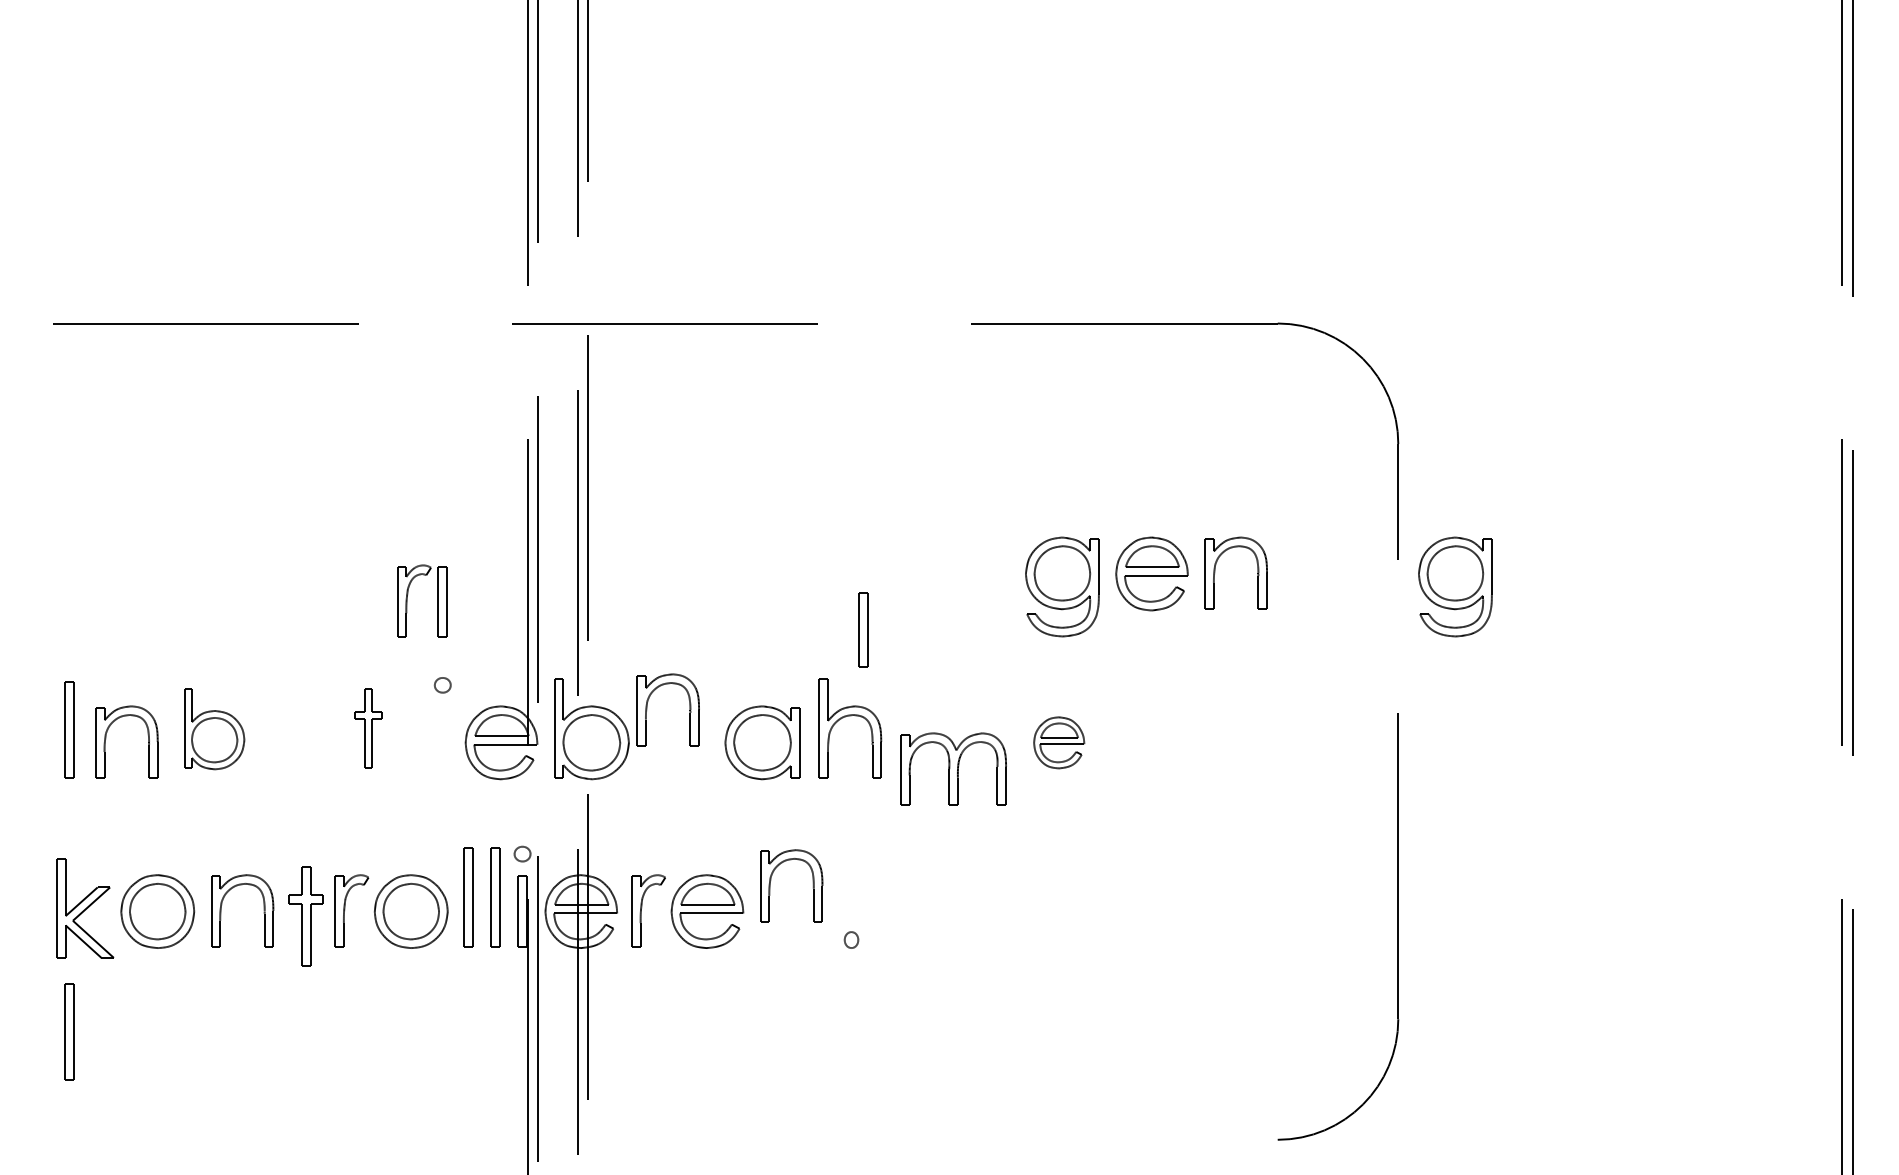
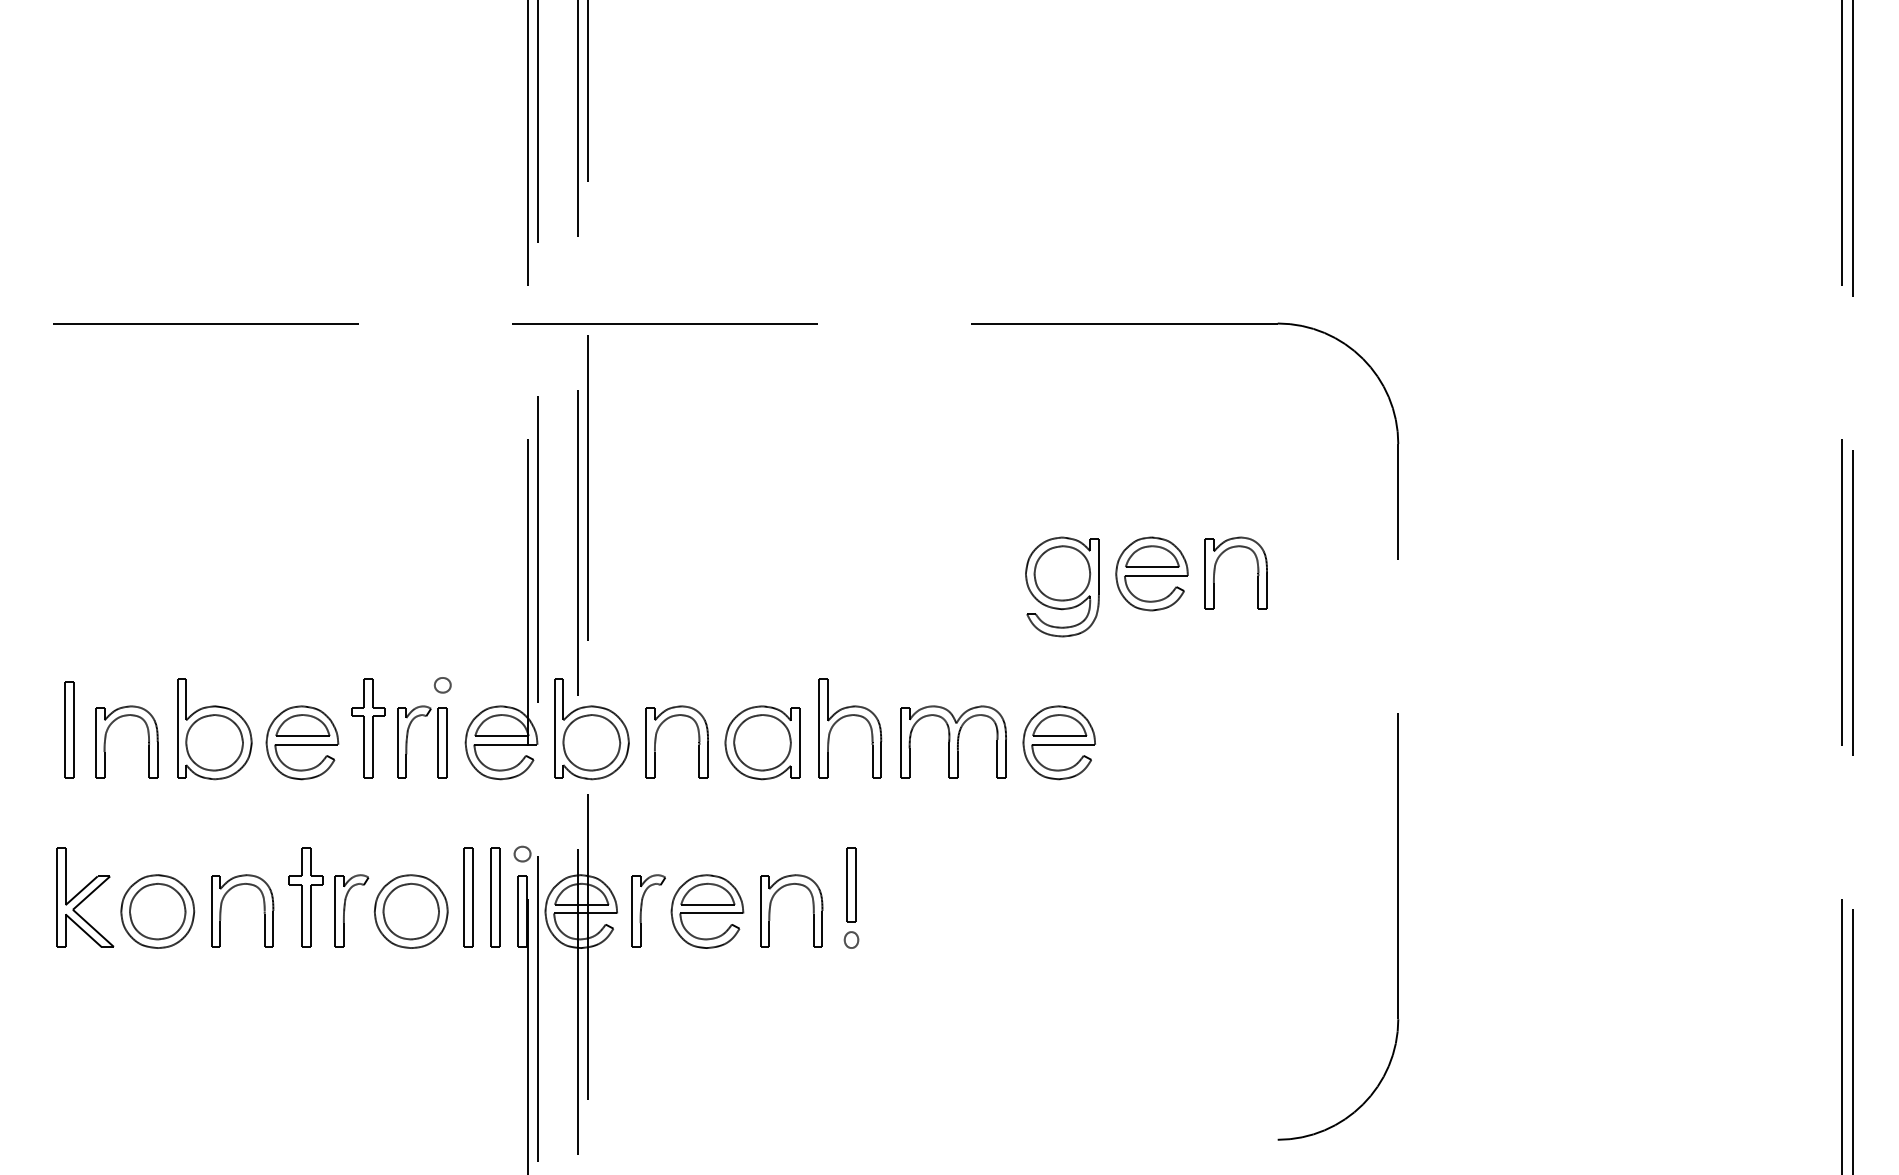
part at (1455, 586): present -> none
part at (407, 600) position: (407, 600) -> (407, 741)
part at (863, 629) position: (863, 629) -> (851, 884)
part at (647, 709) position: (647, 709) -> (656, 741)
part at (368, 728) size: 29x81 px -> 35x101 px
part at (214, 729) size: 62x83 px -> 76x103 px
part at (302, 742): none -> present
part at (1059, 742) size: 53x54 px -> 74x76 px
part at (953, 768) position: (953, 768) -> (953, 741)
part at (771, 880) position: (771, 880) -> (771, 905)
part at (85, 908) position: (85, 908) -> (85, 897)
part at (305, 916) position: (305, 916) -> (305, 897)
part at (69, 1031): present -> none
